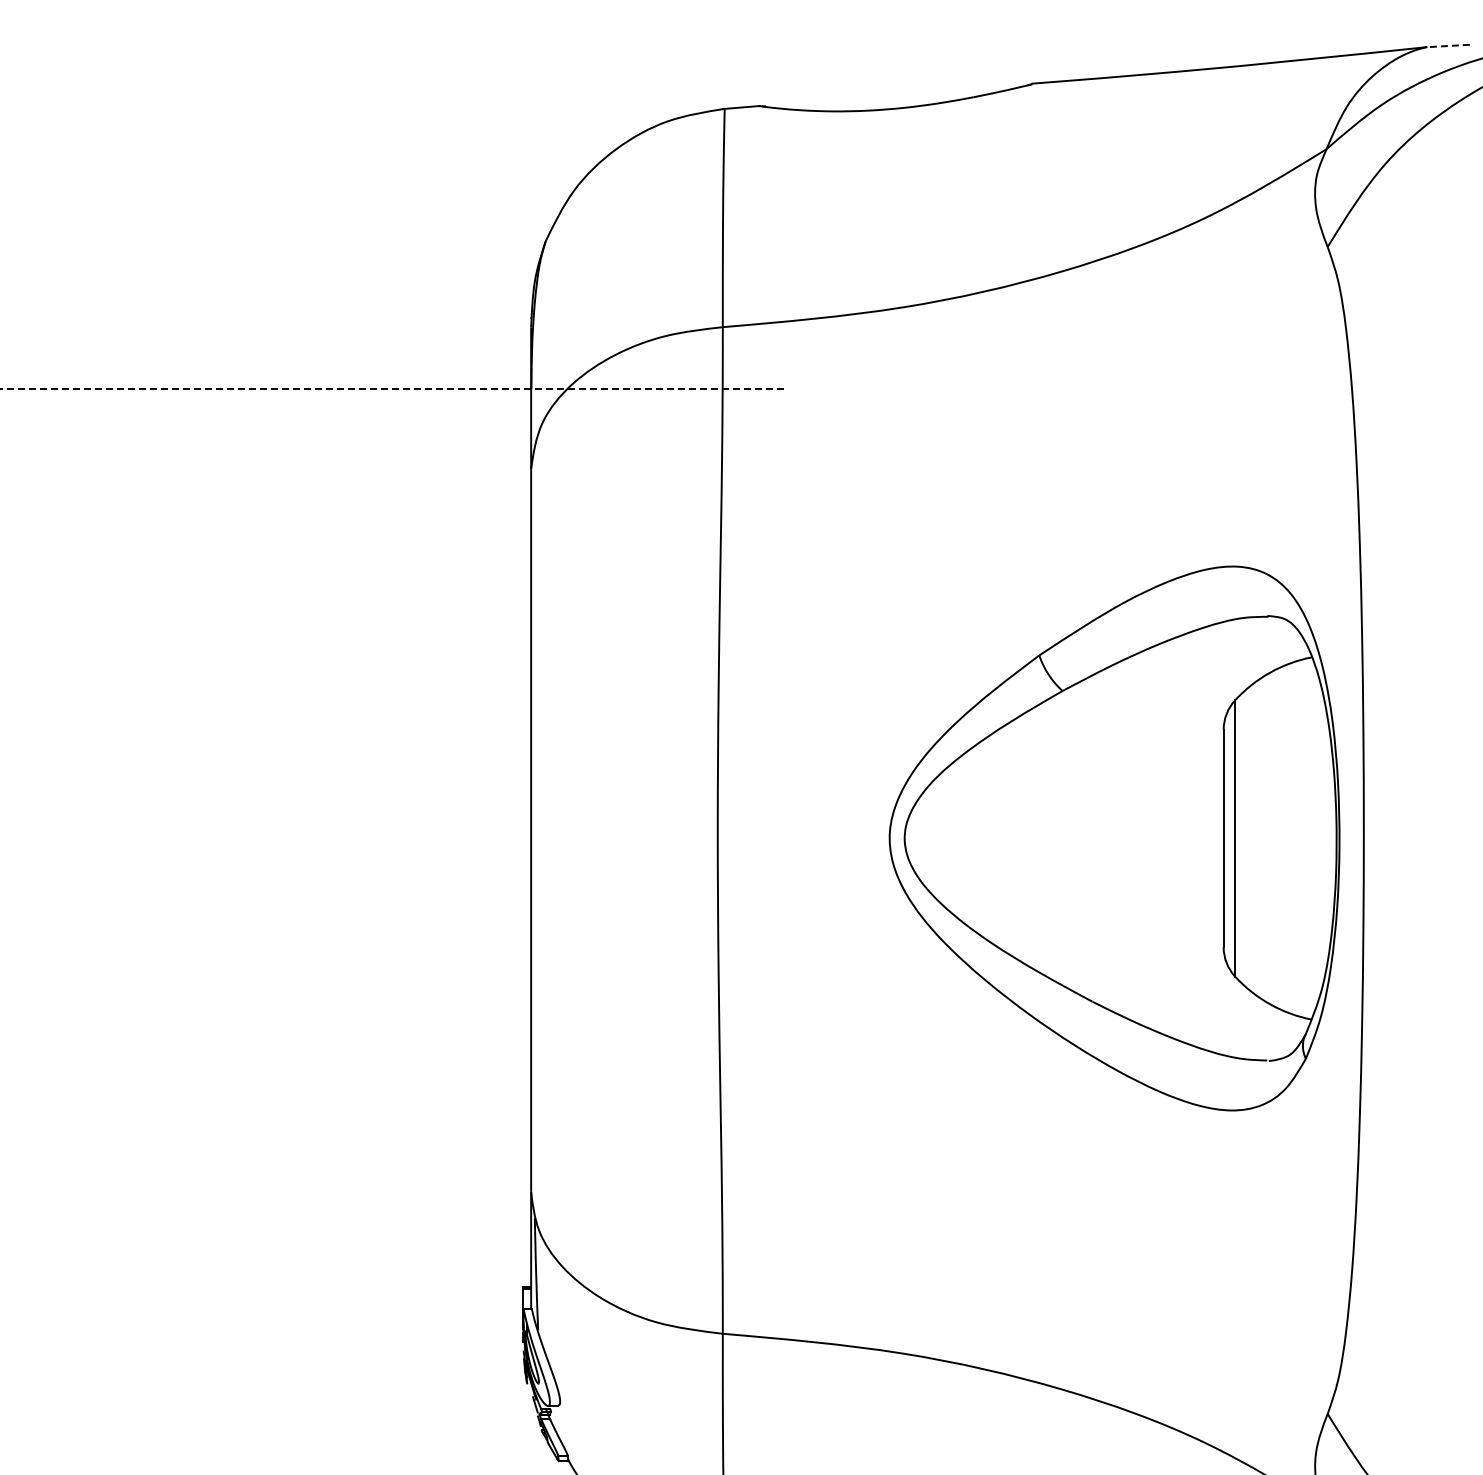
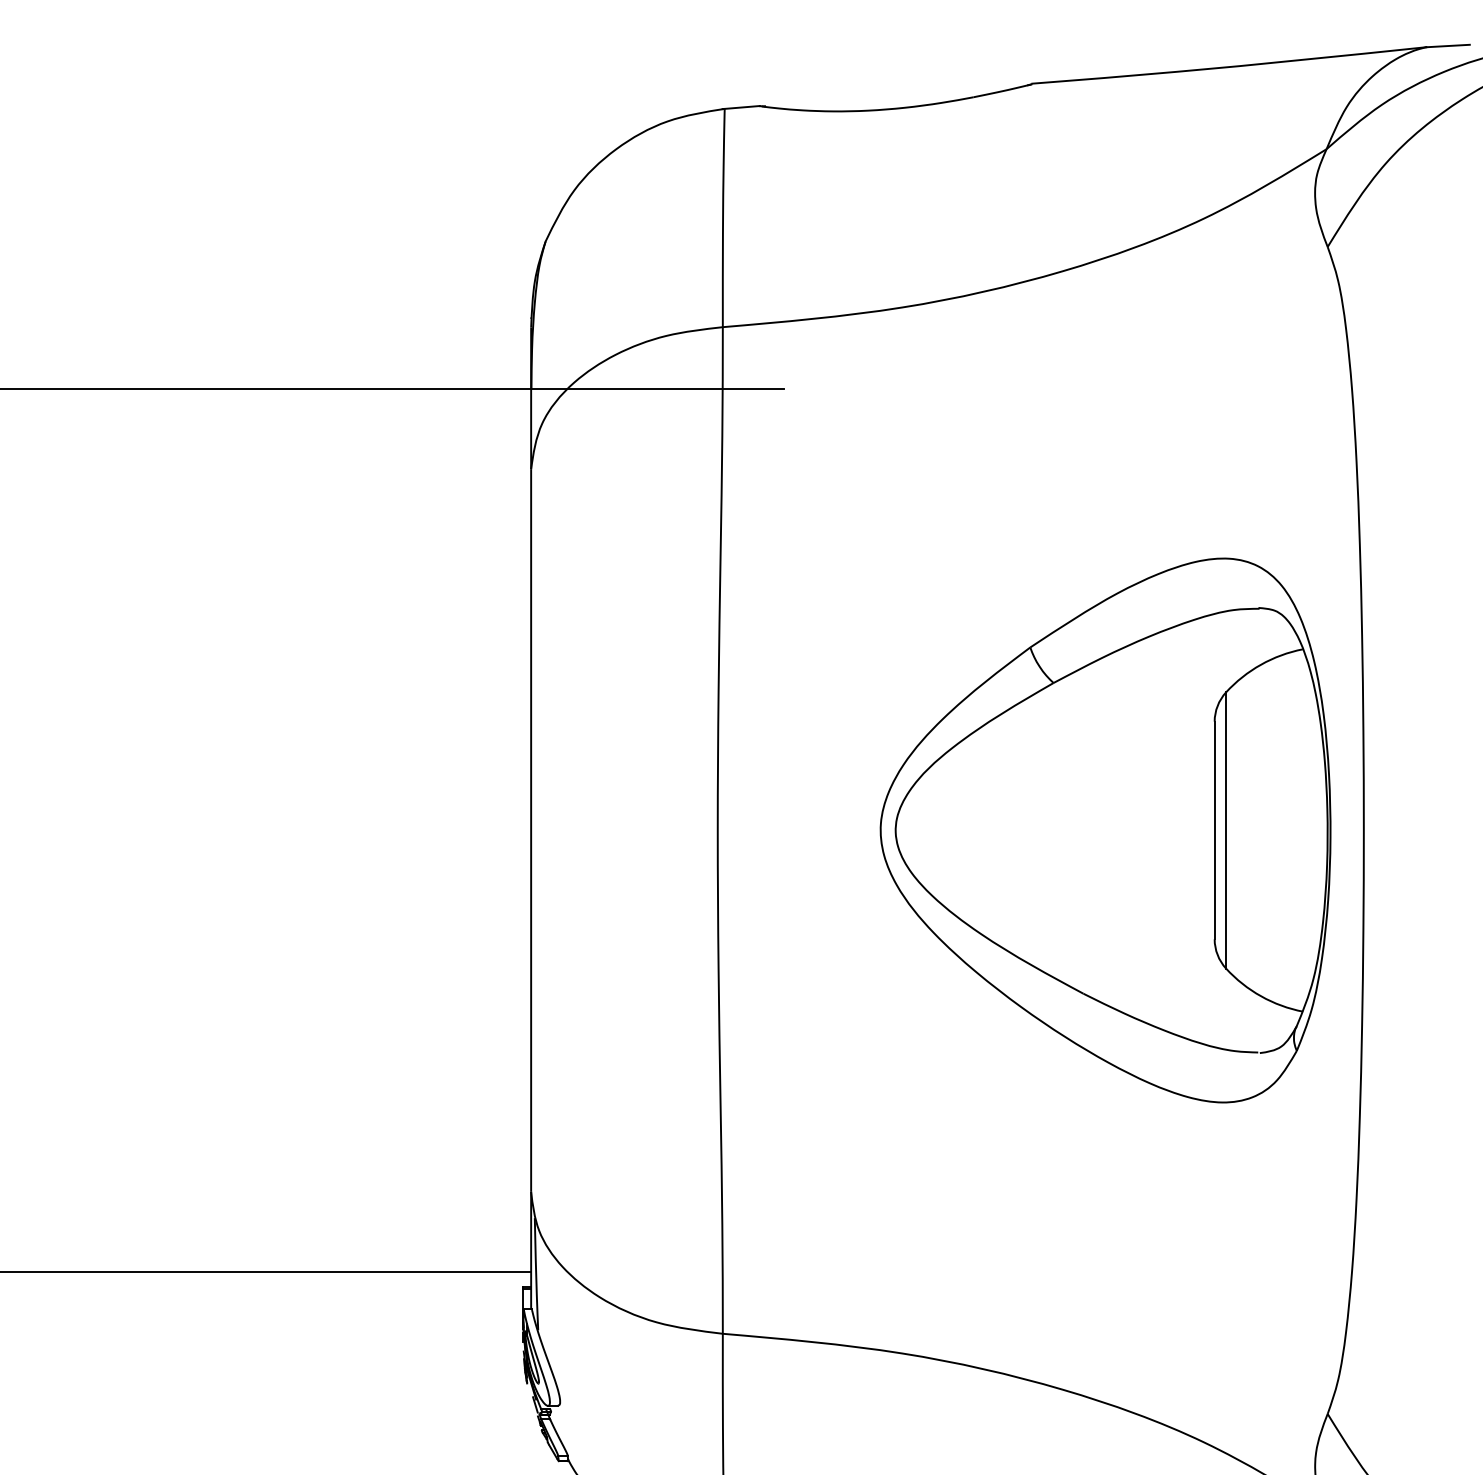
line at (1448, 46): dashed -> solid
line at (391, 389): dashed -> solid
part at (1114, 838) position: (1114, 838) -> (1105, 830)
line at (266, 1271): none -> present
